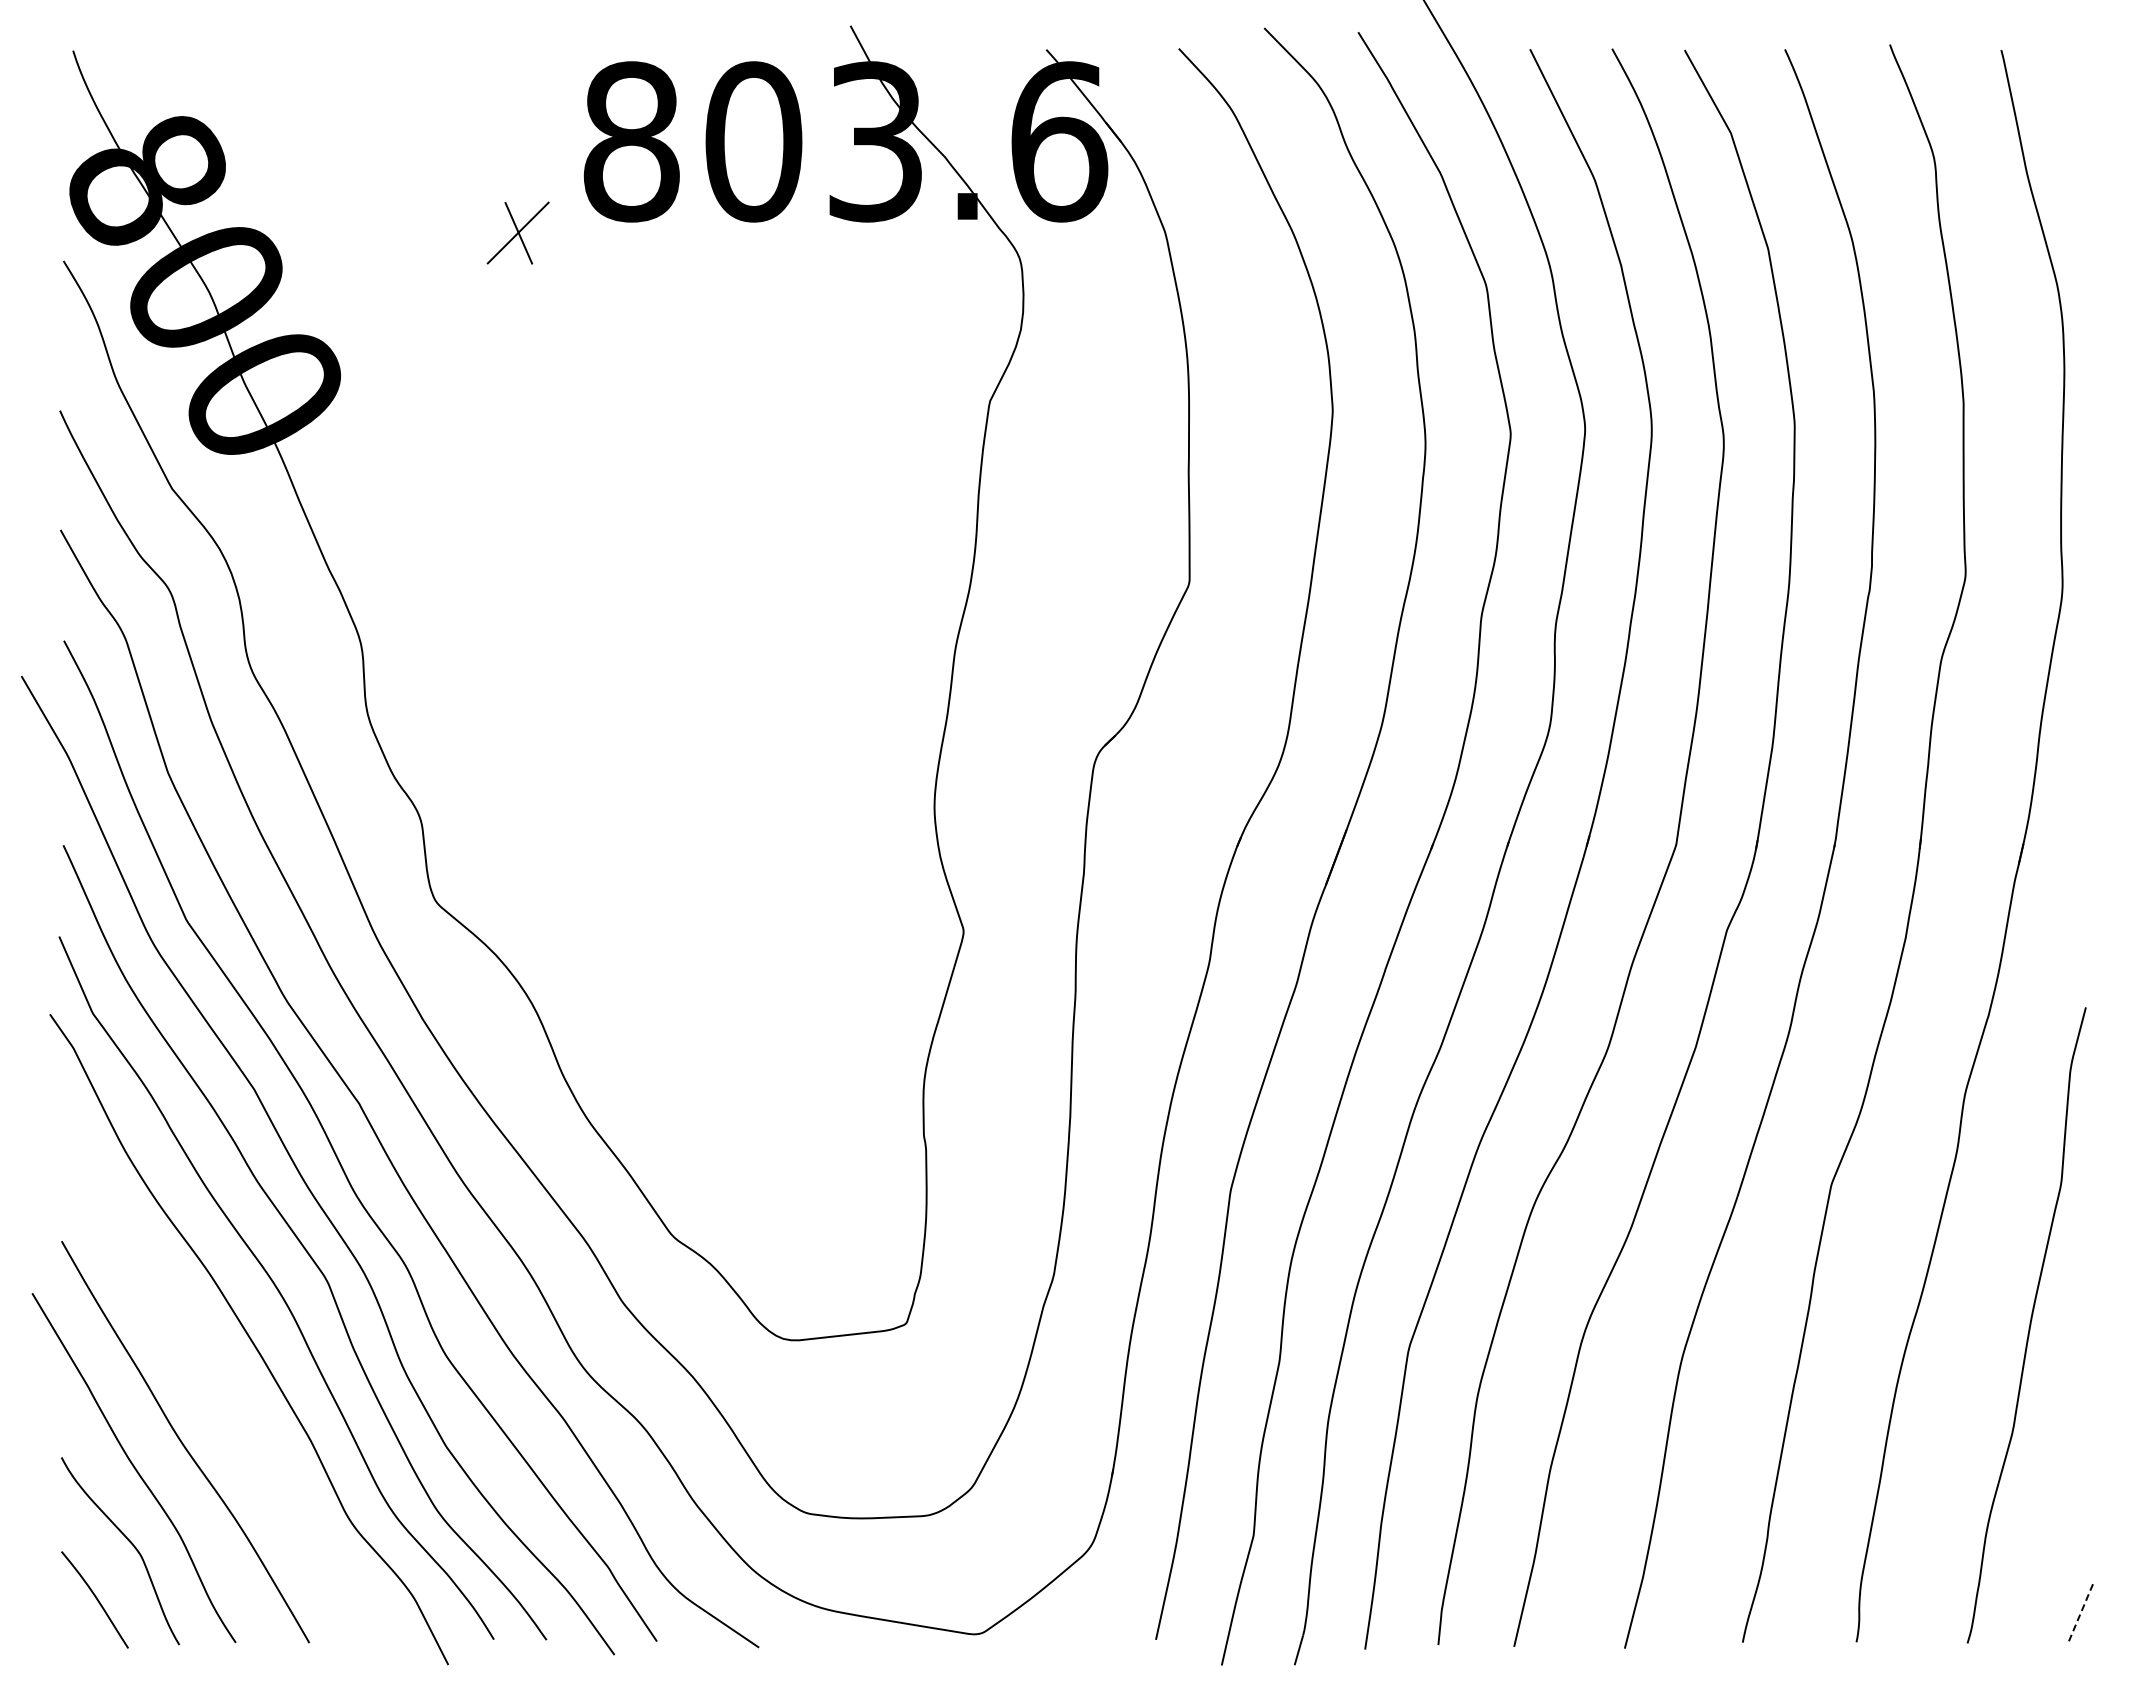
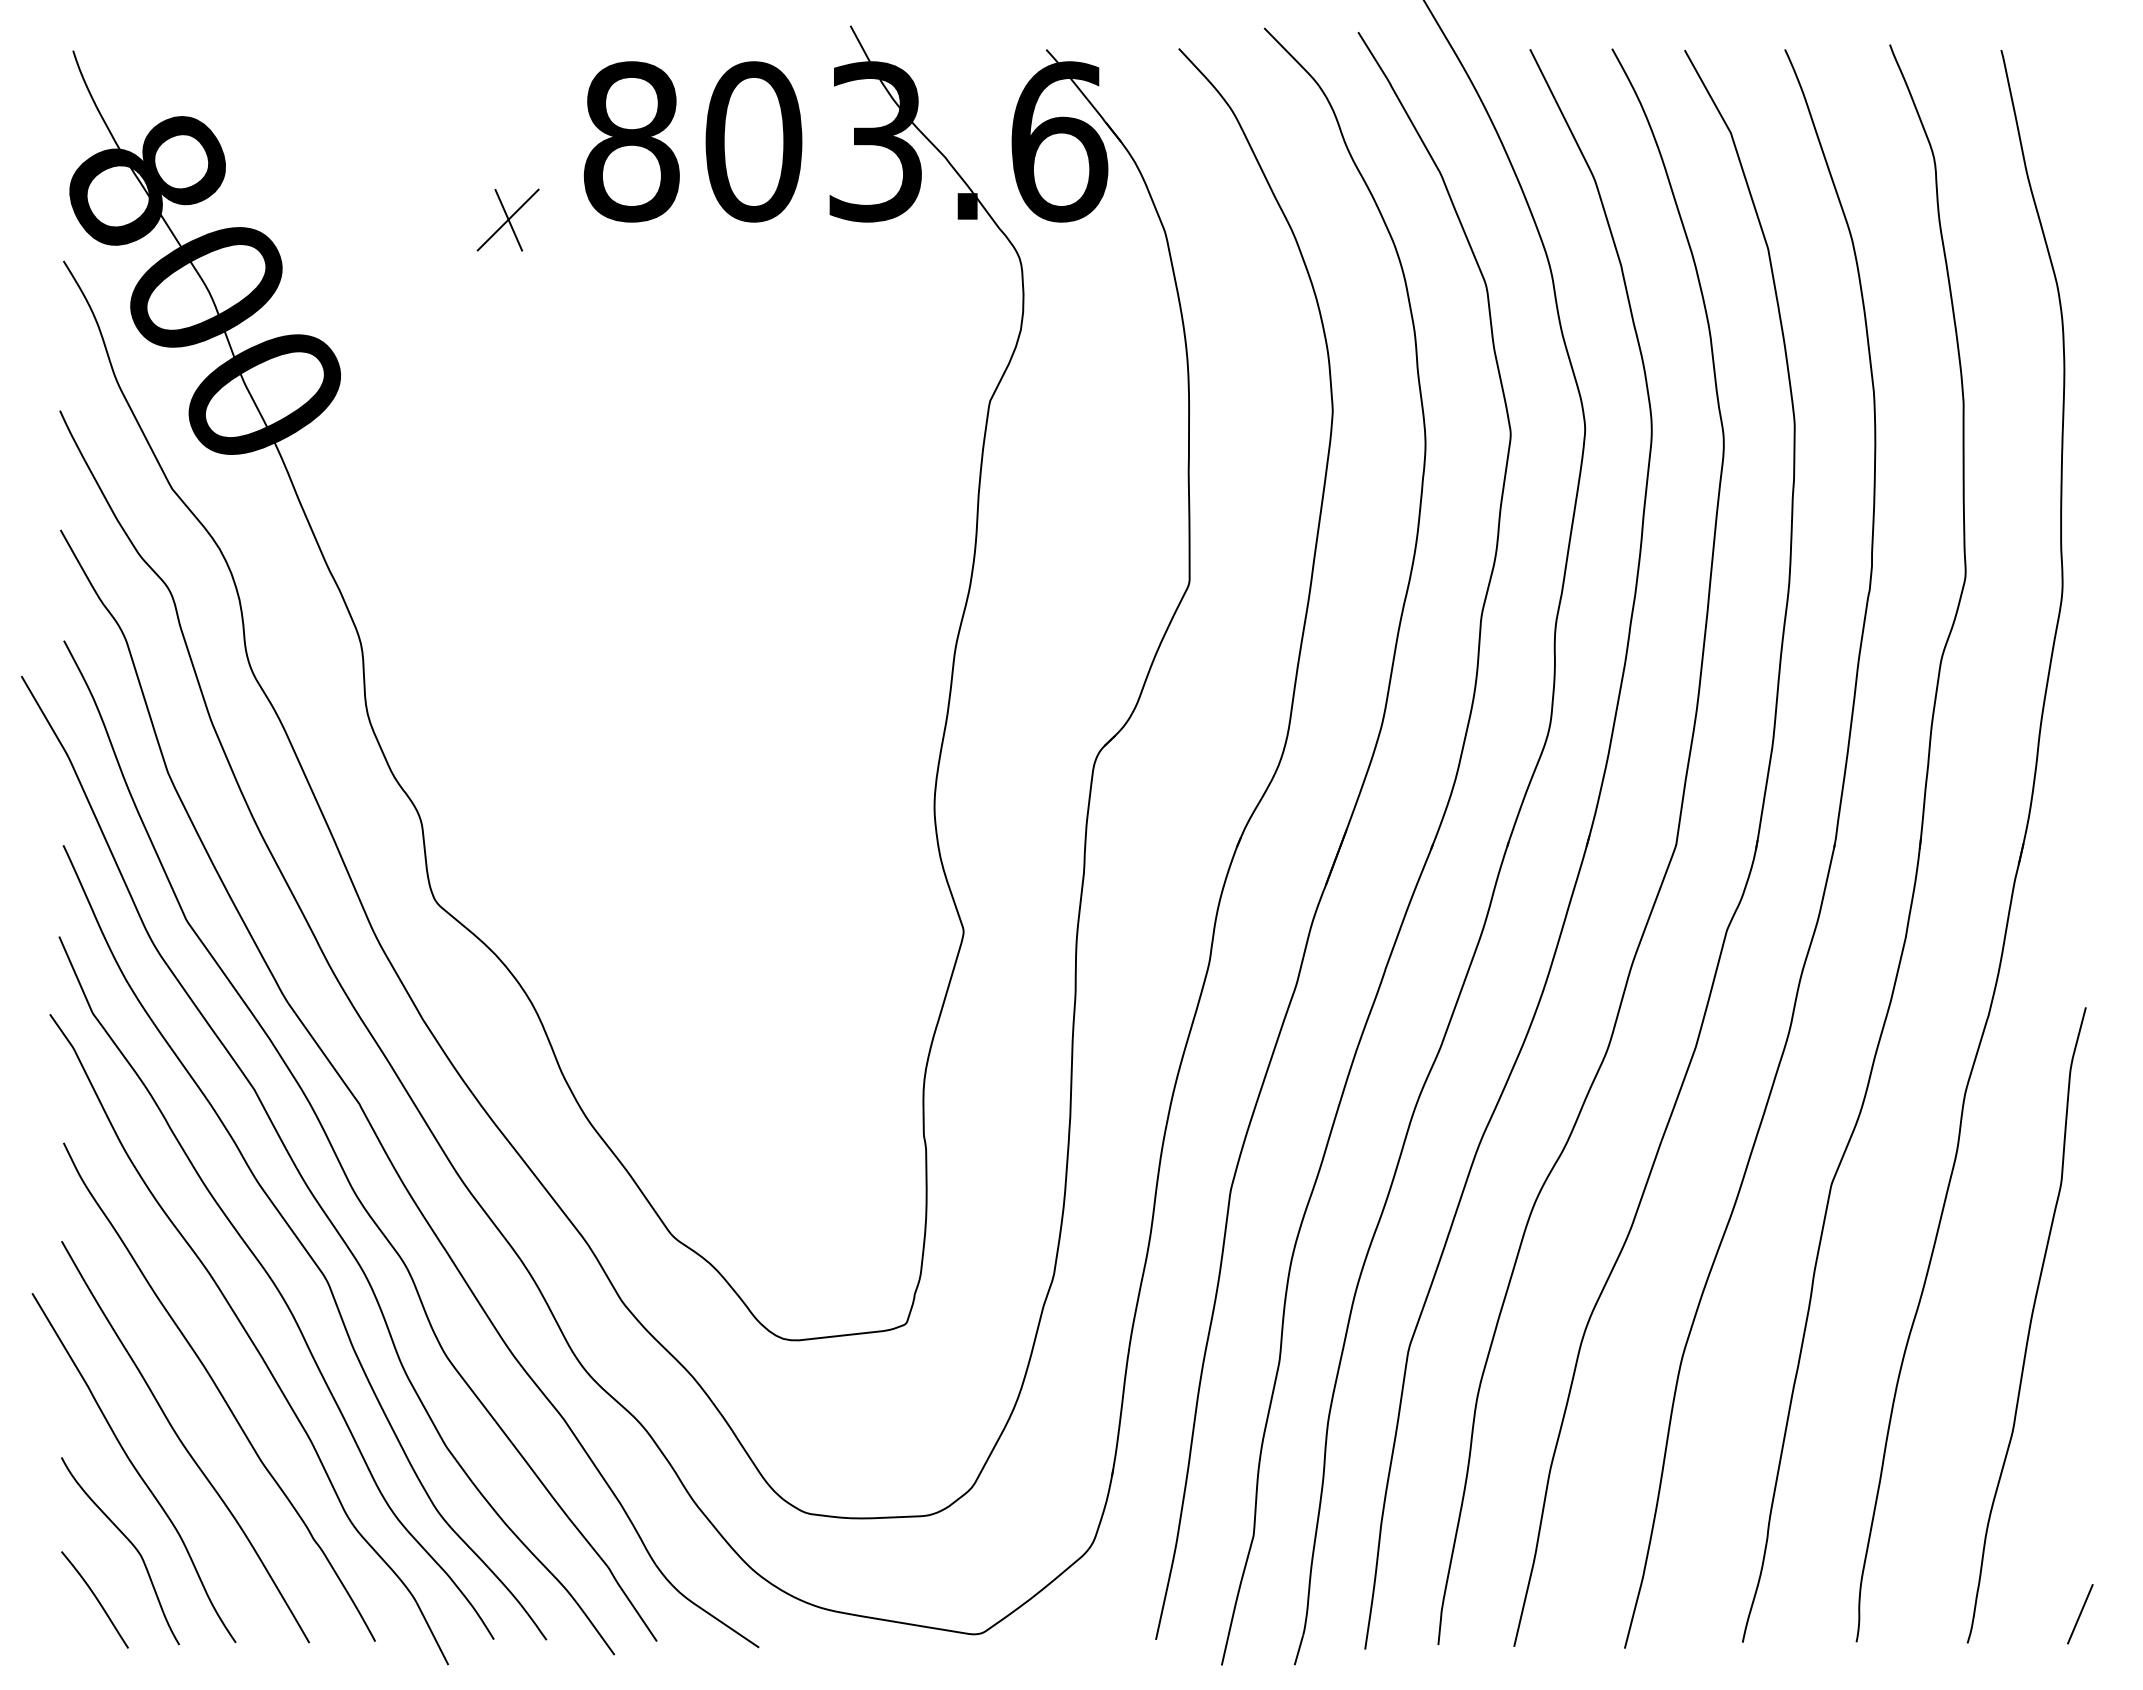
part at (517, 232) position: (517, 232) -> (507, 219)
curve at (219, 1391): none -> present
line at (2080, 1614): dashed -> solid
